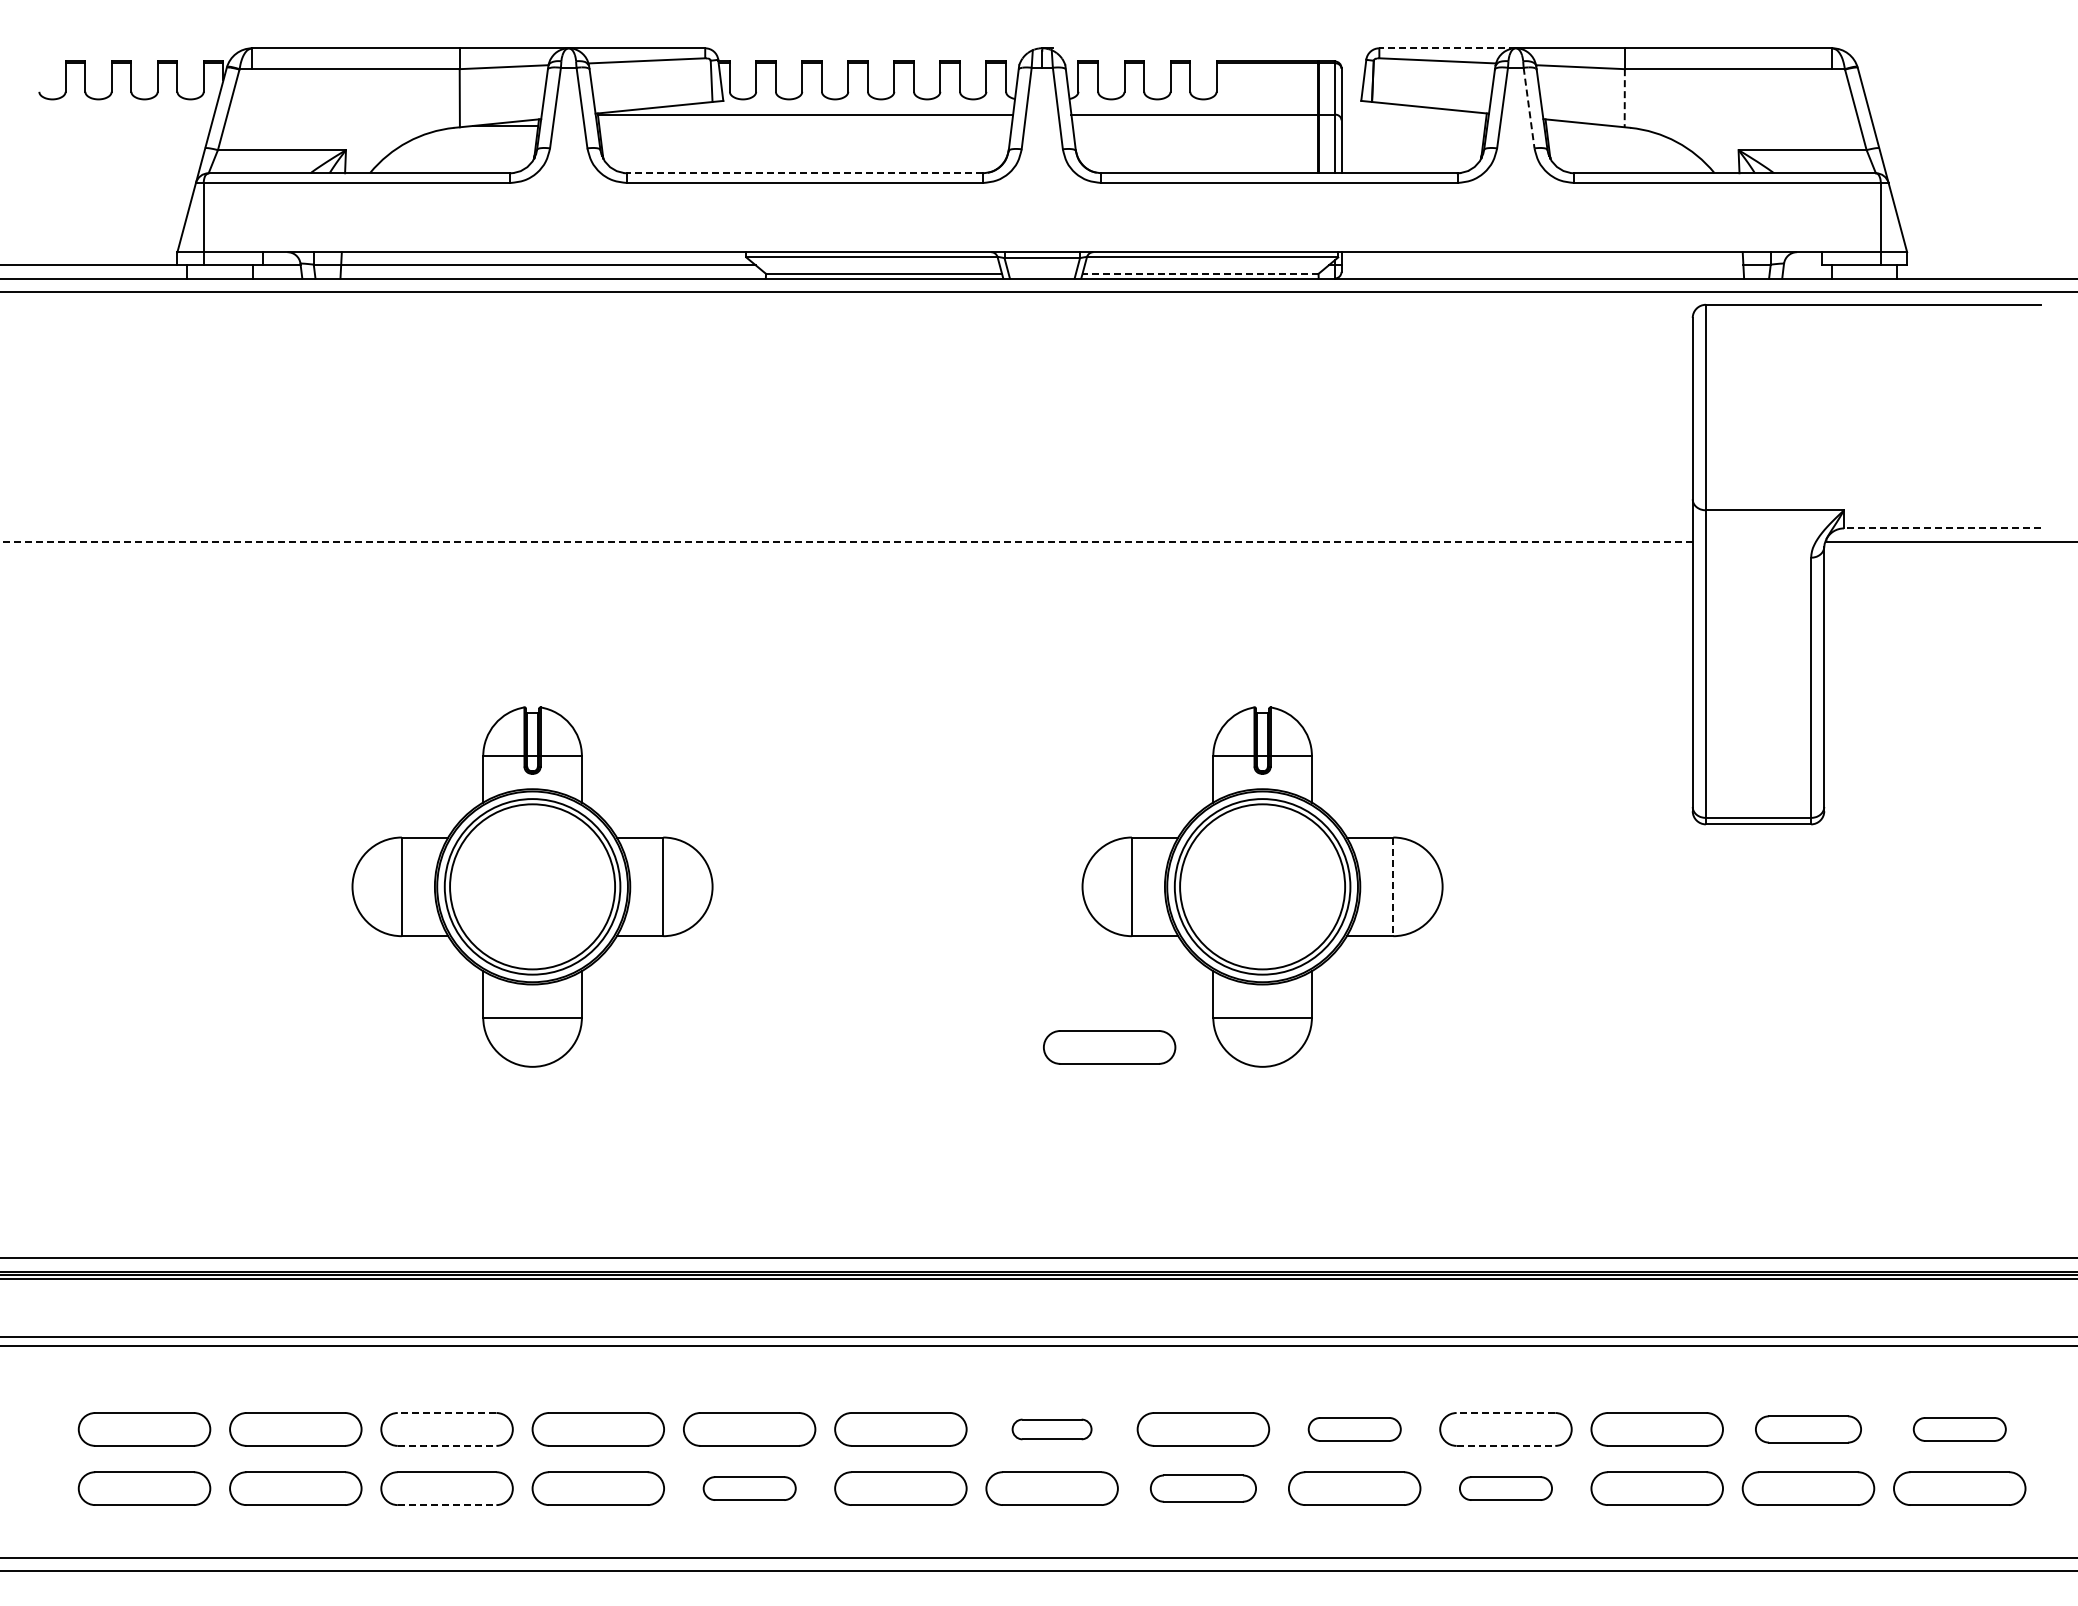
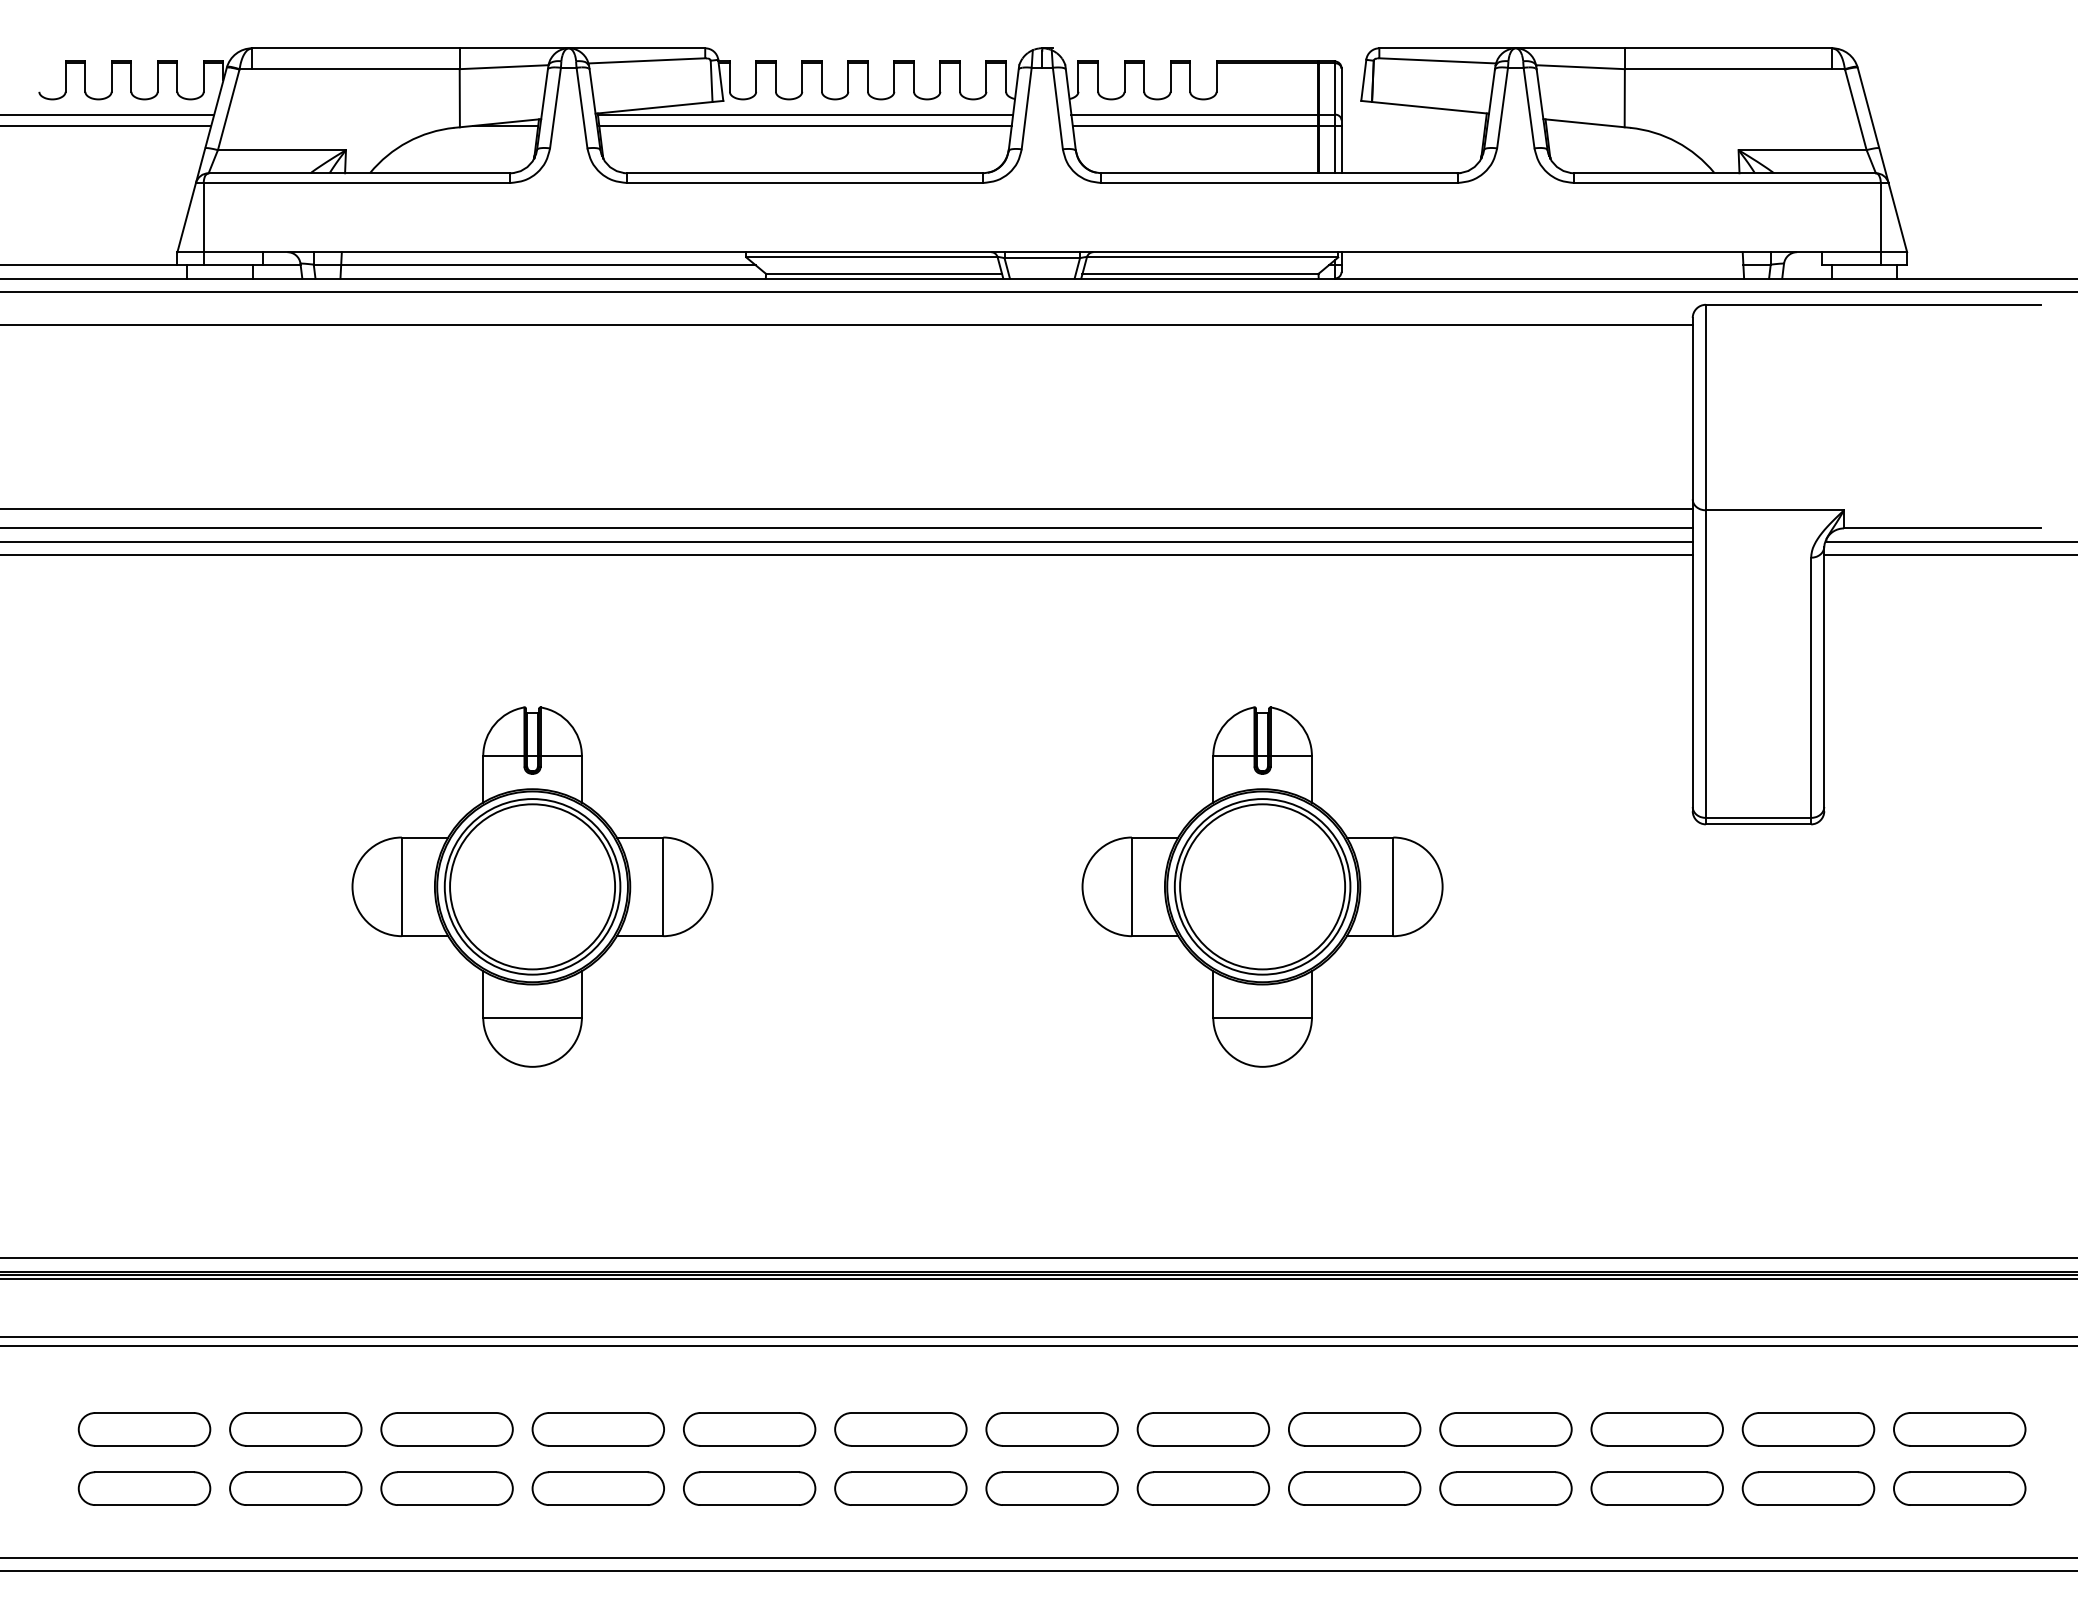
line at (1446, 48): dashed -> solid
line at (1624, 98): dashed -> solid
line at (1529, 108): dashed -> solid
line at (108, 114): none -> present
line at (106, 125): none -> present
line at (805, 125): none -> present
line at (1206, 125): none -> present
line at (804, 173): dashed -> solid
line at (1200, 273): dashed -> solid
line at (847, 324): none -> present
line at (847, 508): none -> present
line at (847, 528): none -> present
line at (1942, 528): dashed -> solid
line at (846, 541): dashed -> solid
line at (847, 554): none -> present
line at (1949, 554): none -> present
line at (1393, 887): dashed -> solid
part at (1109, 1047): present -> none
line at (446, 1413): dashed -> solid
line at (1505, 1413): dashed -> solid
part at (1051, 1429) size: 82x23 px -> 134x35 px
part at (1354, 1429) size: 95x25 px -> 134x35 px
part at (1808, 1429) size: 107x29 px -> 135x35 px
part at (1959, 1429) size: 95x25 px -> 134x35 px
line at (447, 1445): dashed -> solid
line at (1506, 1445): dashed -> solid
part at (749, 1488) size: 95x25 px -> 134x35 px
part at (1203, 1488) size: 107x29 px -> 135x35 px
part at (1505, 1488) size: 94x25 px -> 134x35 px
line at (447, 1505): dashed -> solid
